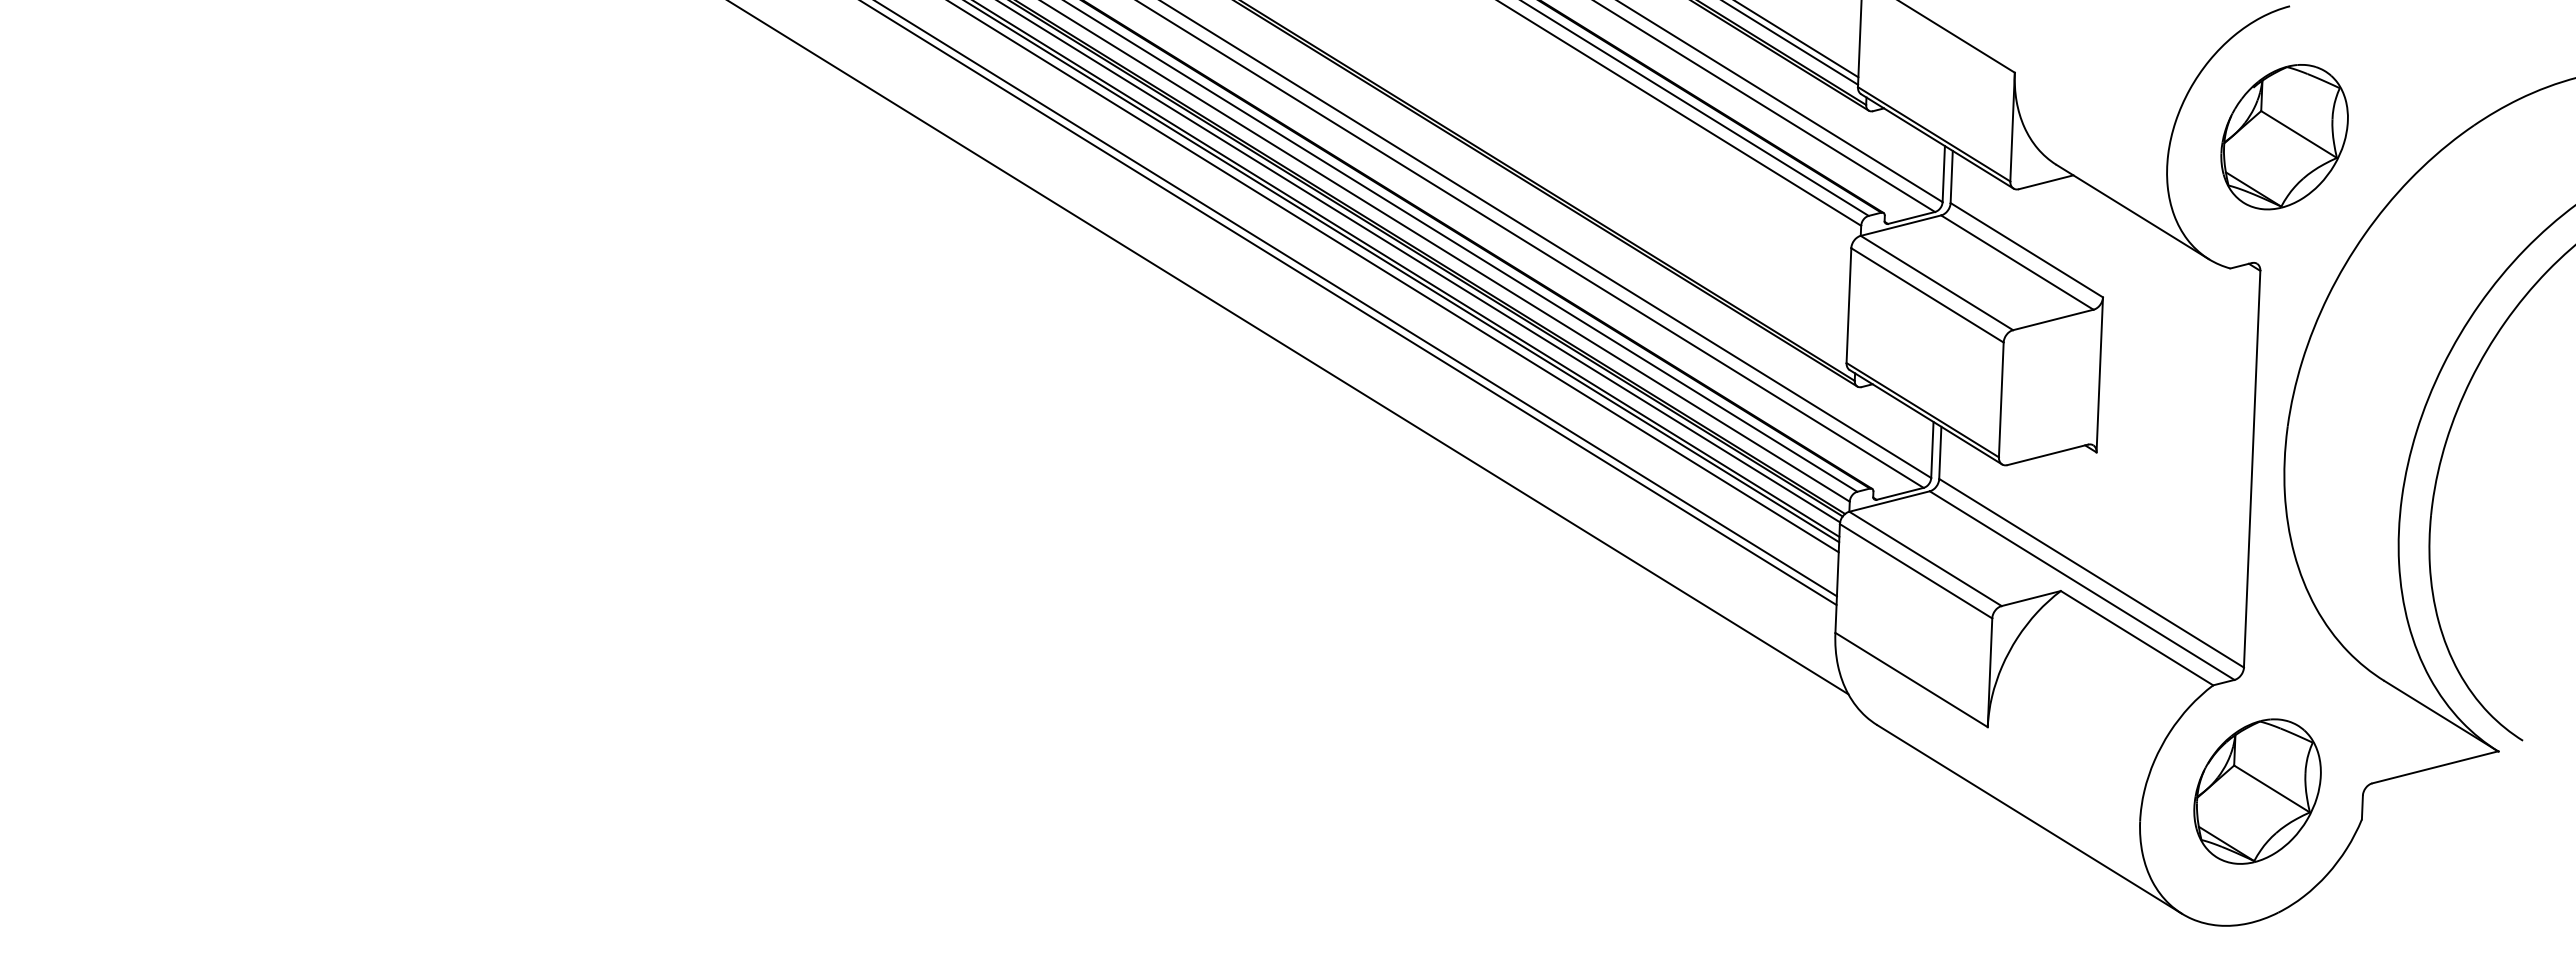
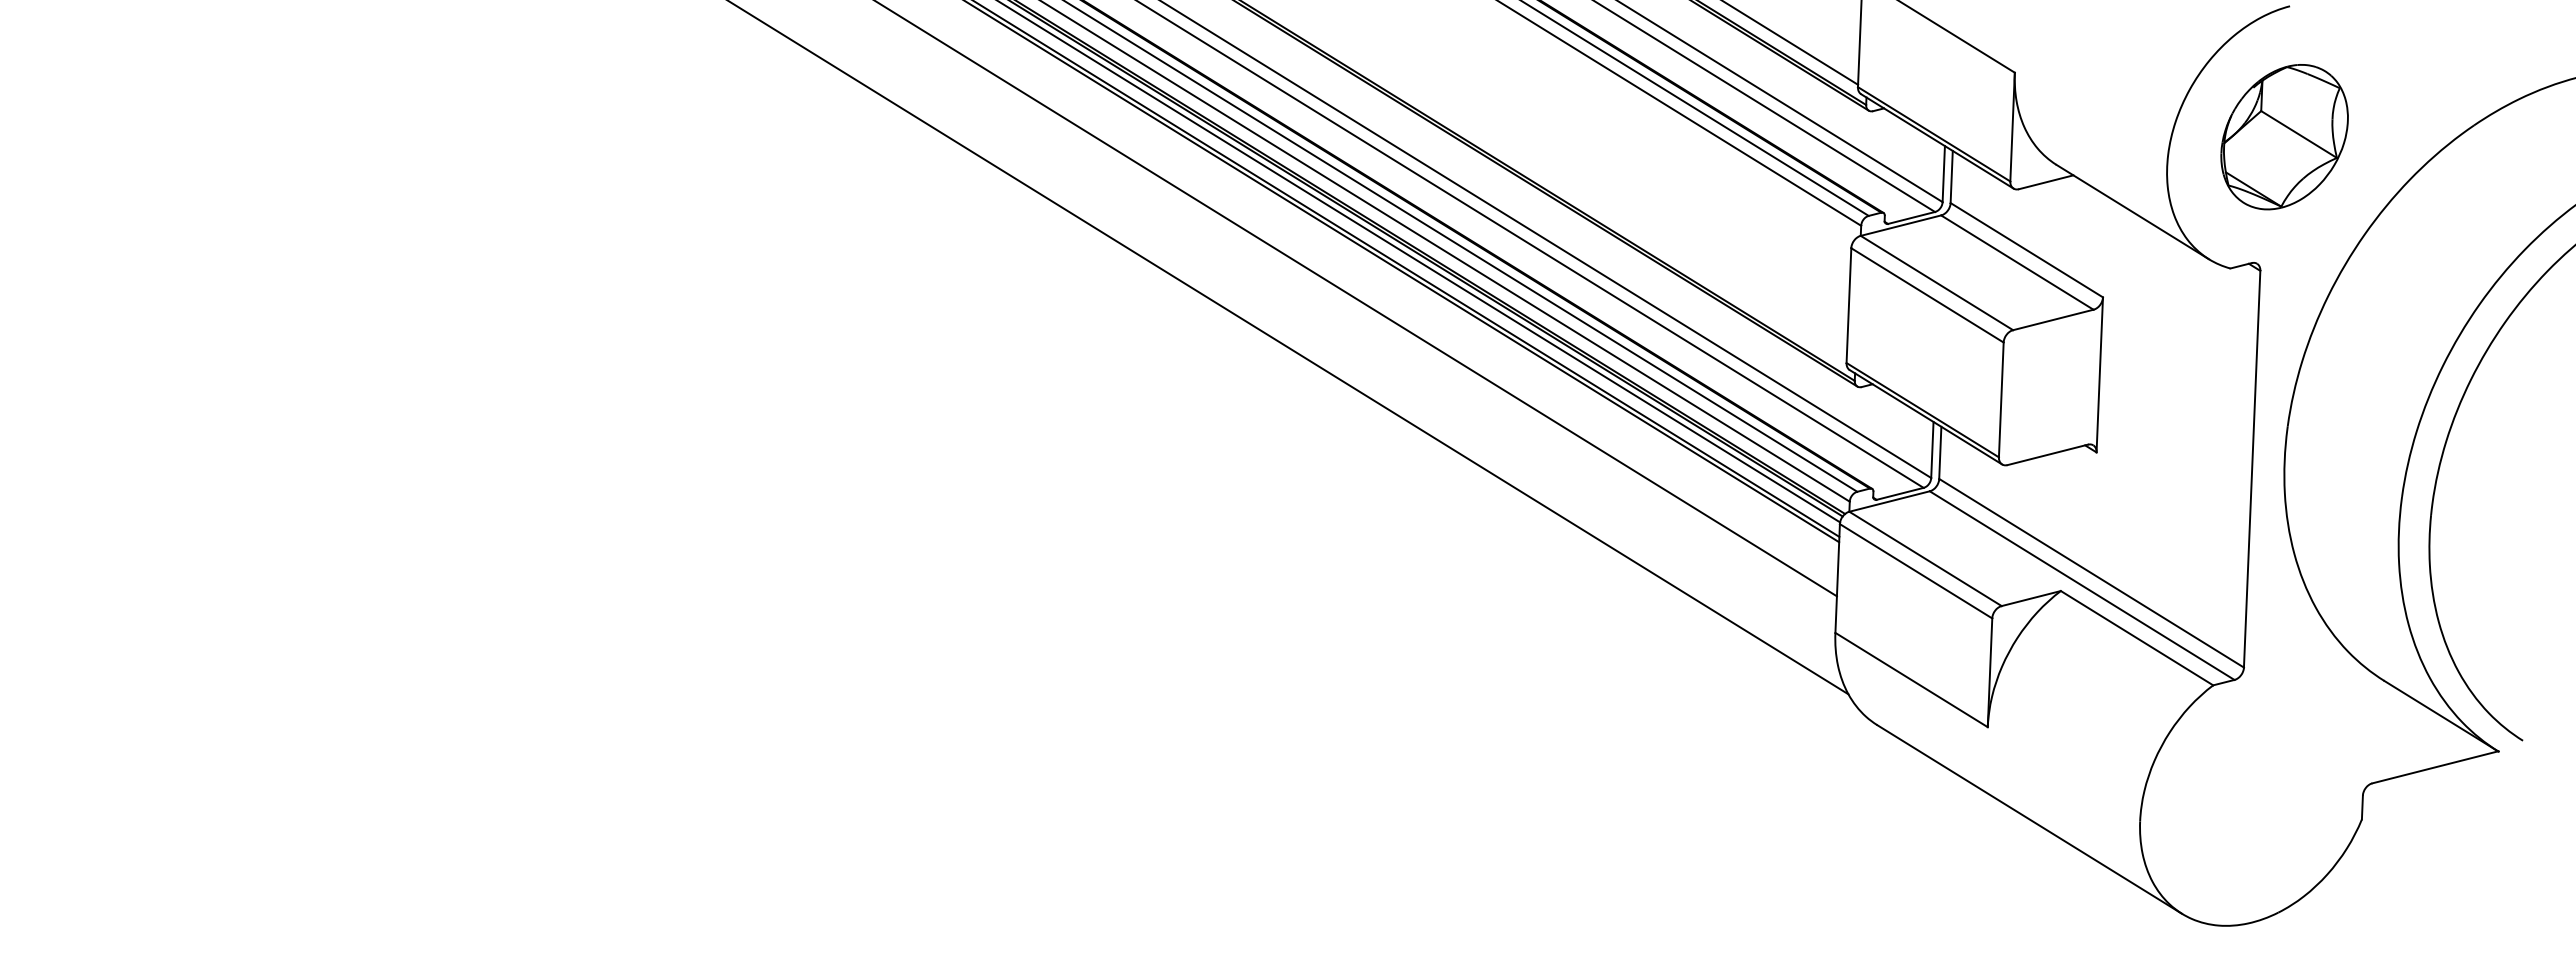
line at (1797, 39): present -> none
line at (1394, 277): present -> none
line at (1349, 303): present -> none
part at (2257, 791): present -> none
